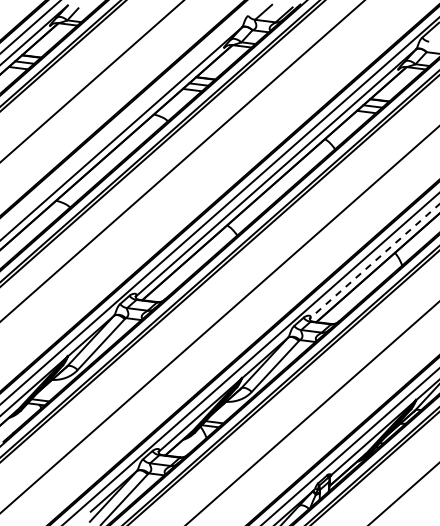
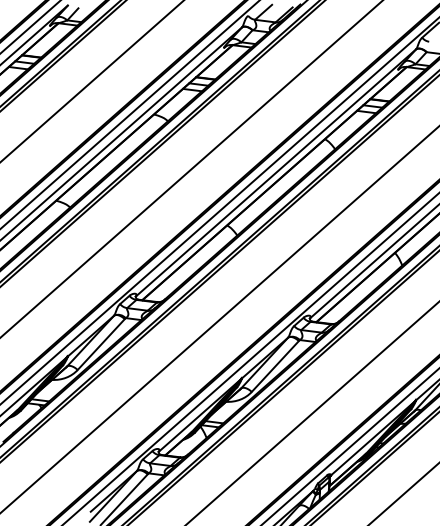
line at (129, 114): none -> present
line at (182, 161) position: (182, 161) -> (191, 168)
line at (374, 261): dashed -> solid
